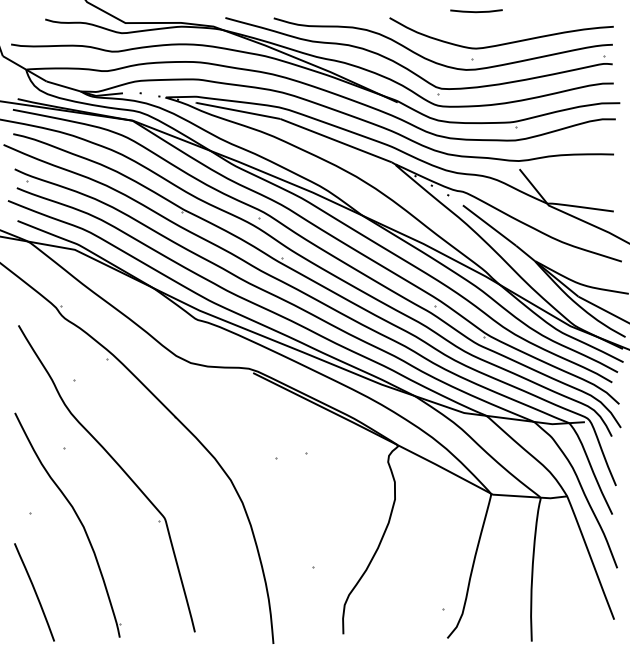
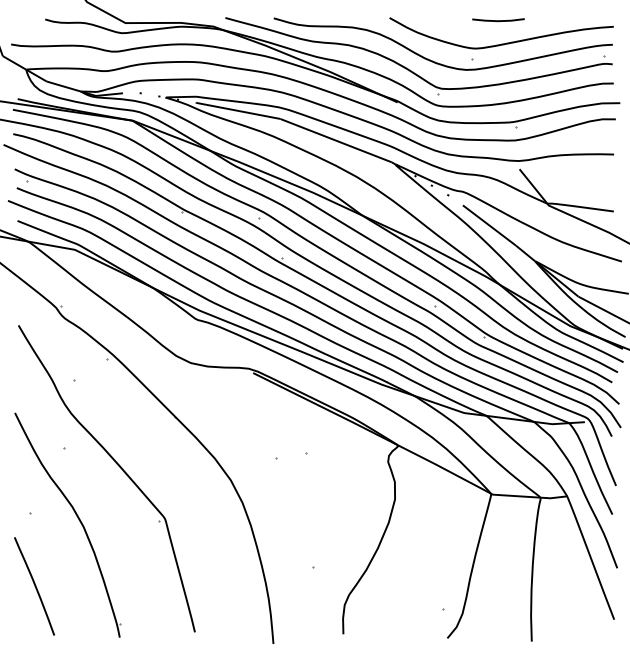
line at (476, 11) position: (476, 11) -> (498, 20)
curve at (34, 592) position: (34, 592) -> (34, 586)
